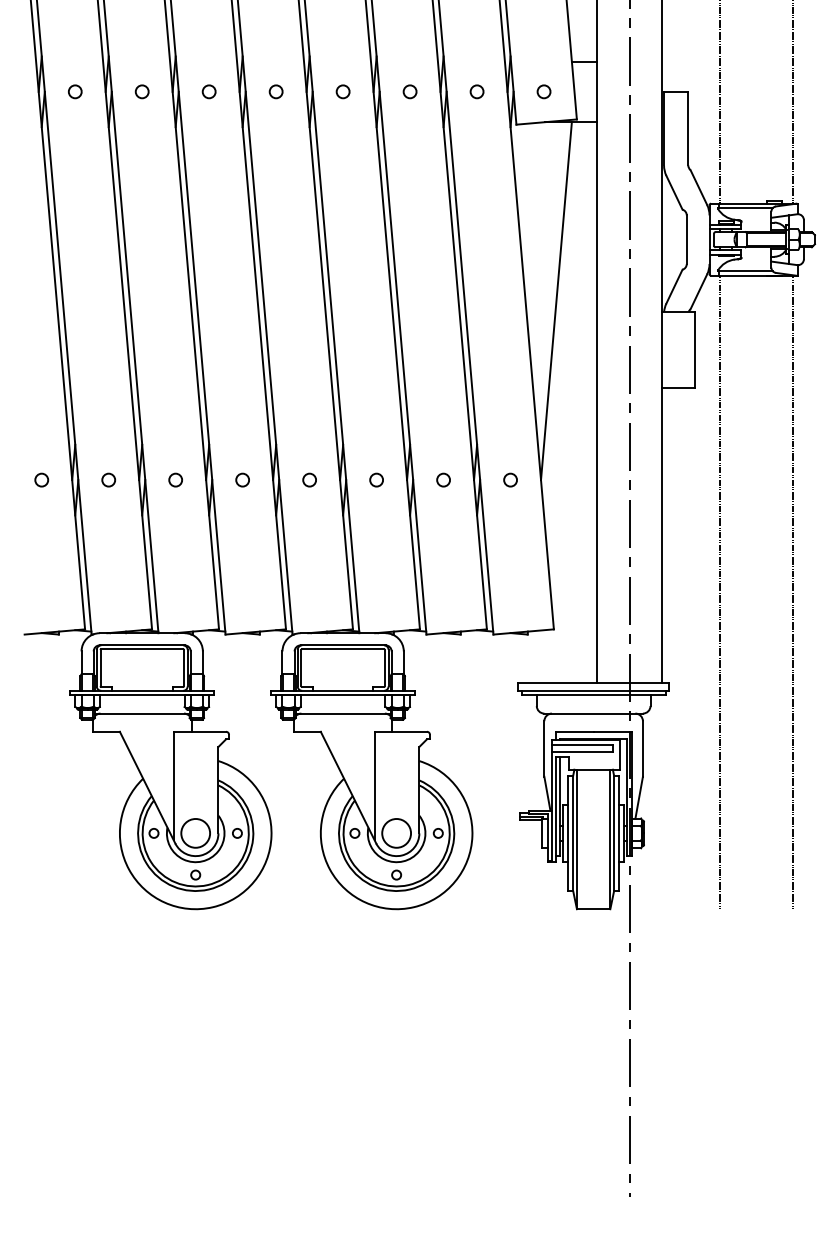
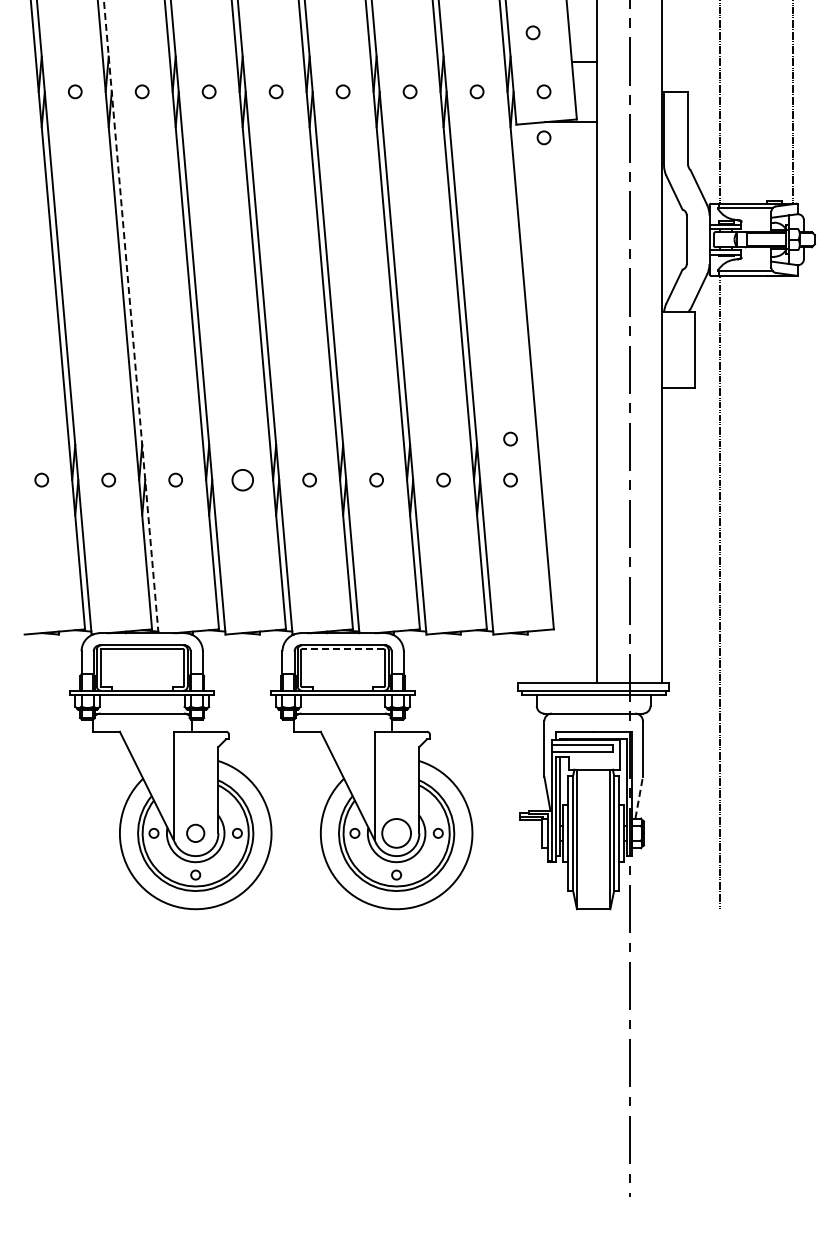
circle at (532, 32): none -> present
circle at (543, 137): none -> present
line at (556, 301): present -> none
line at (131, 317): solid -> dashed
circle at (510, 438): none -> present
circle at (242, 479) size: 15x16 px -> 23x23 px
line at (793, 592): present -> none
line at (343, 649): solid -> dashed
line at (639, 797): solid -> dashed
circle at (195, 833) diameter: 29 px -> 17 px
